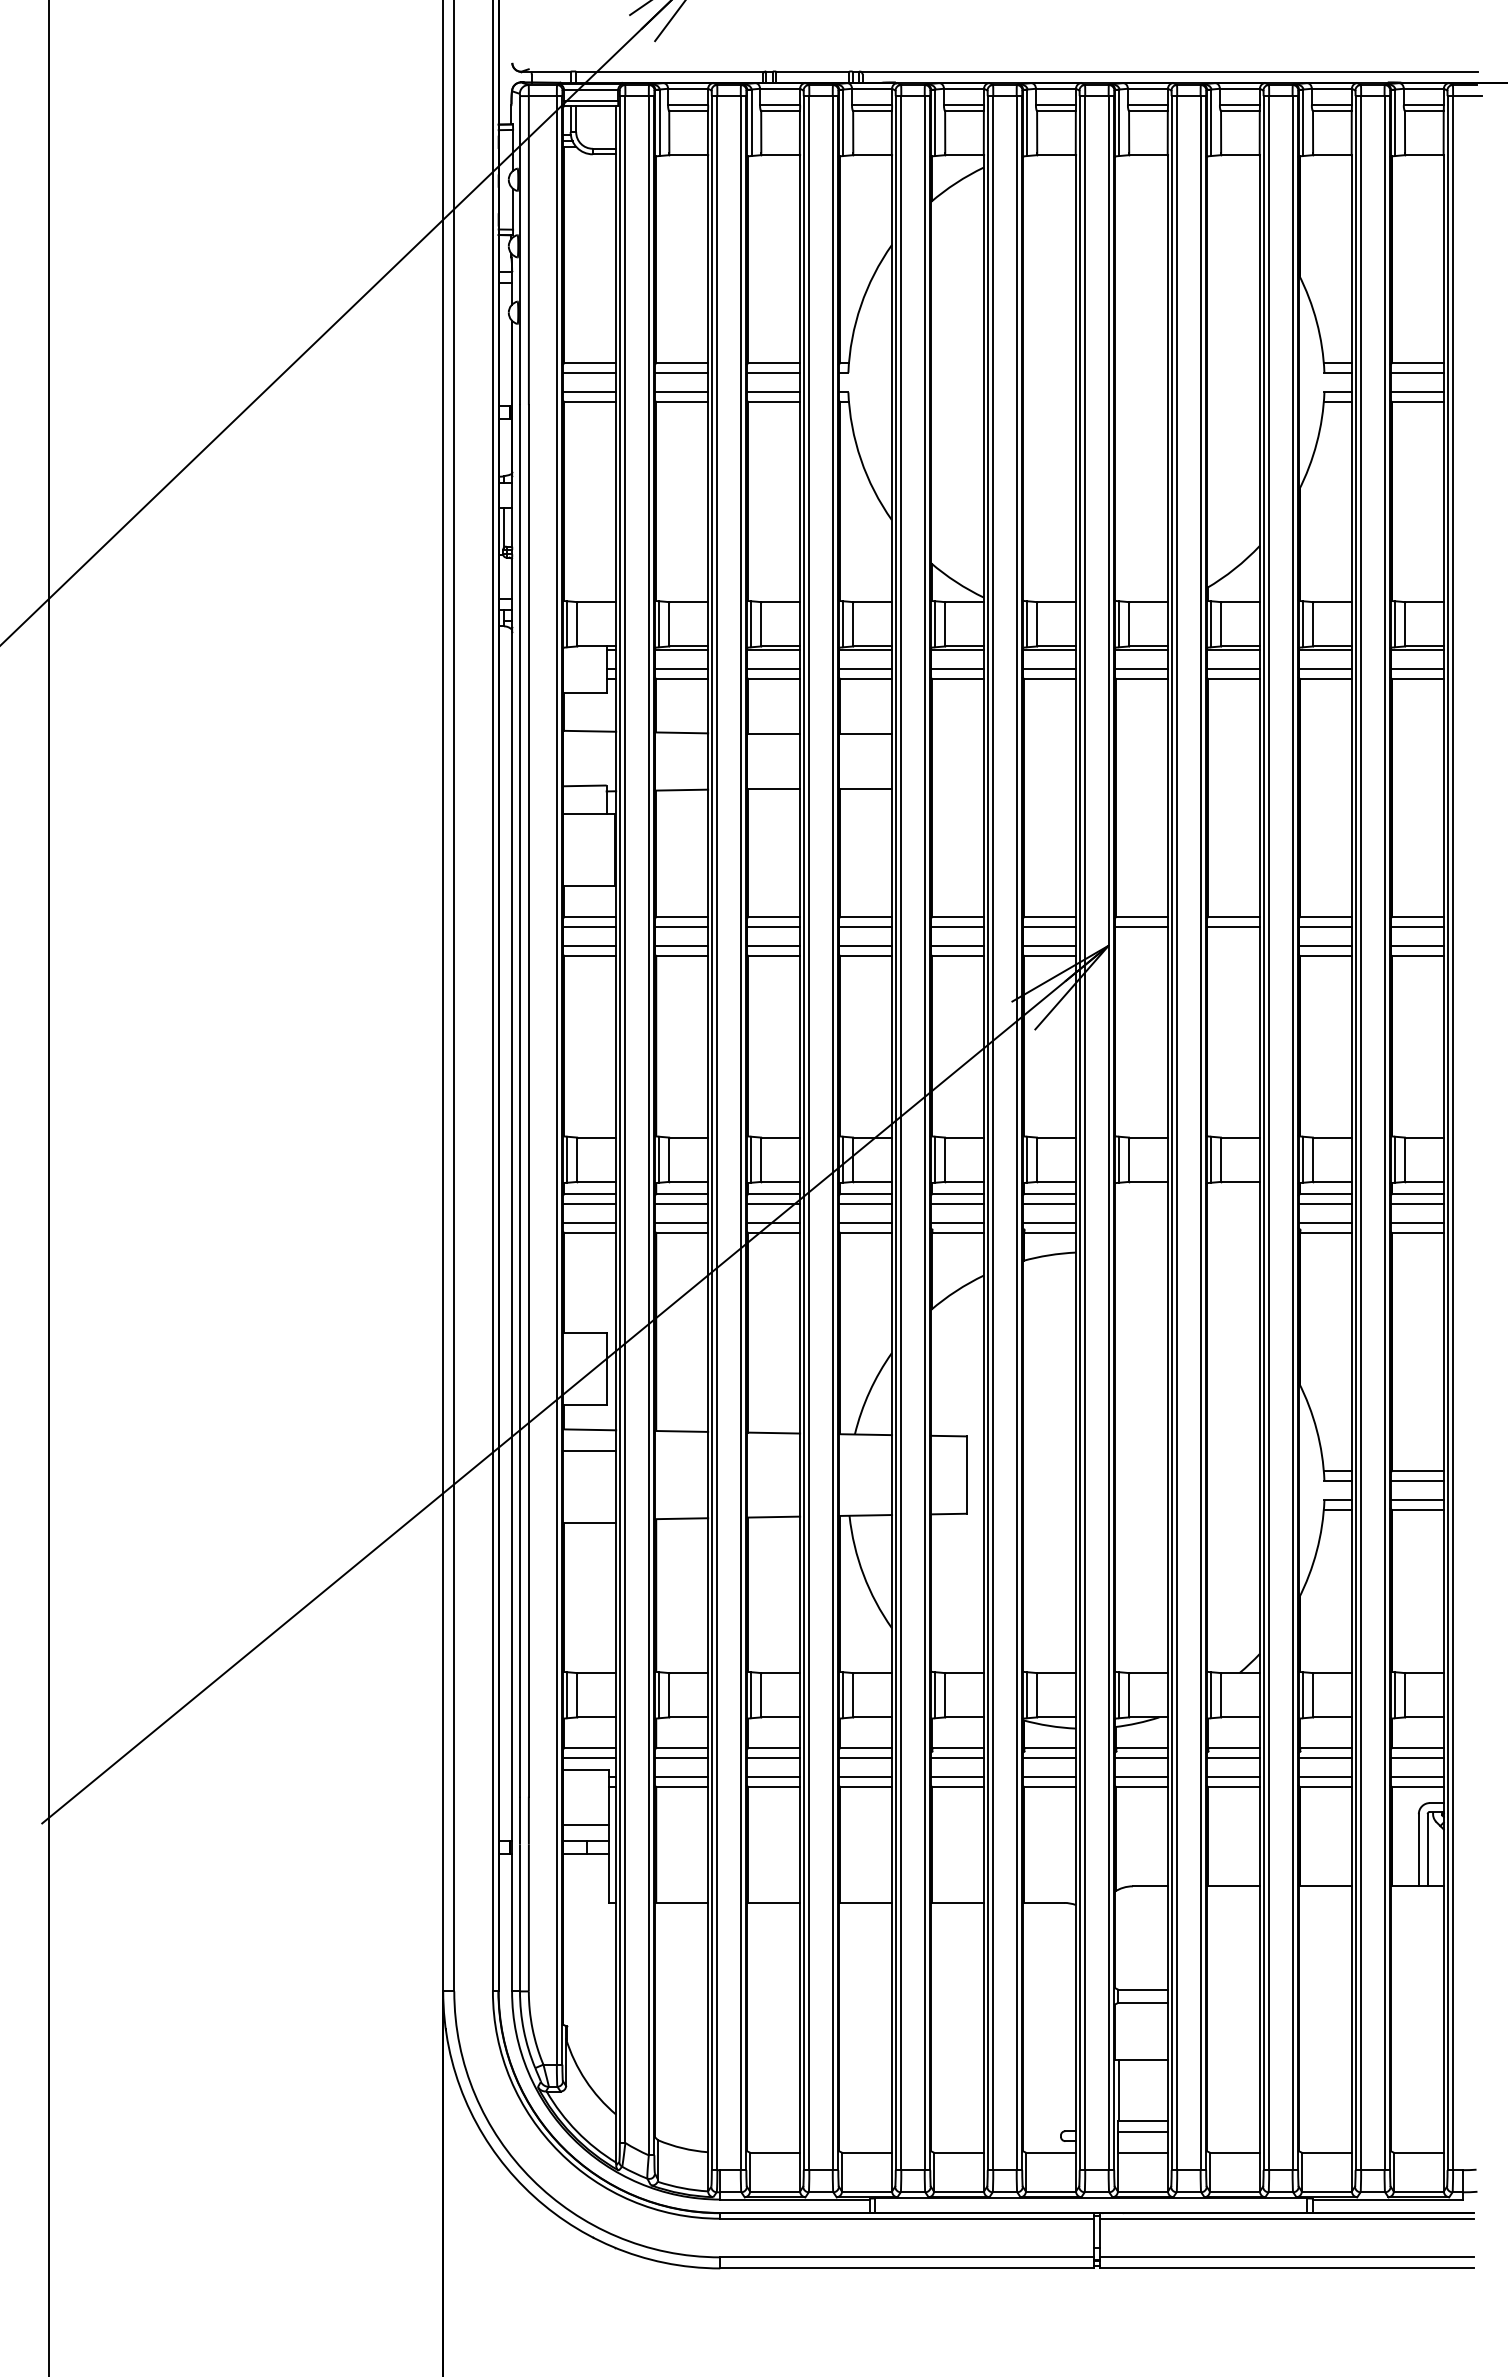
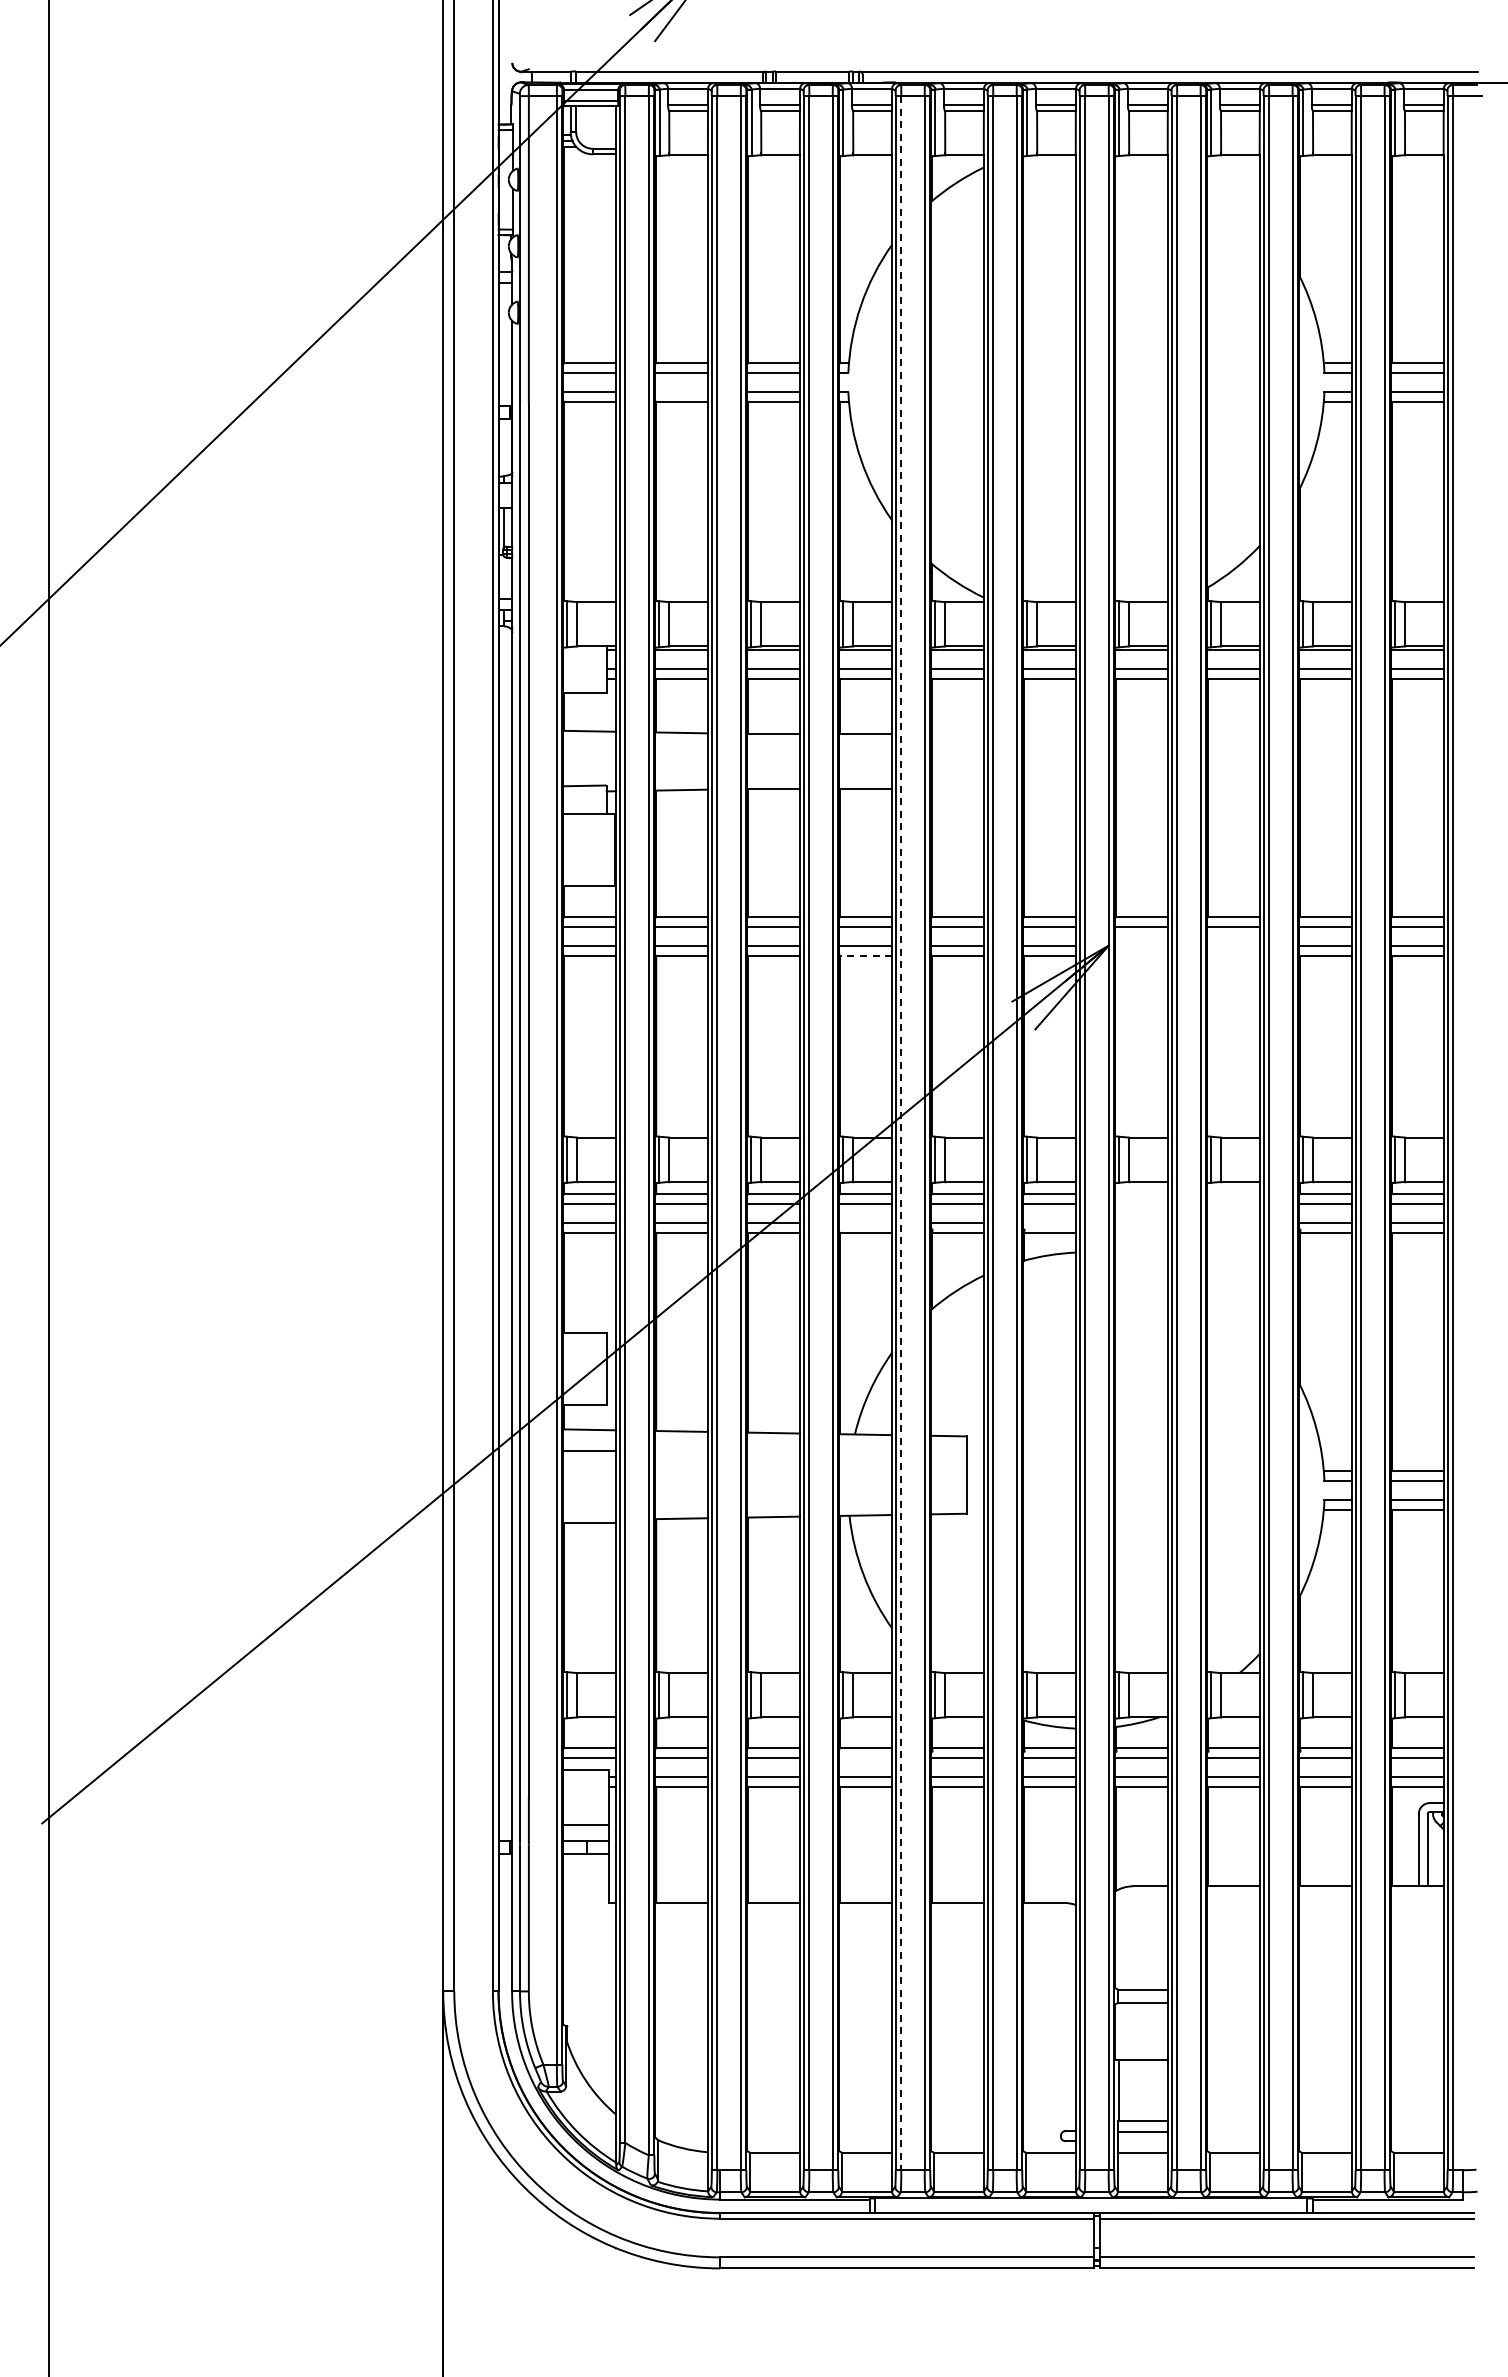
line at (681, 392): present -> none
line at (866, 955): solid -> dashed
line at (901, 1133): solid -> dashed
line at (865, 1223): present -> none
line at (1049, 1223): present -> none
line at (865, 1757): present -> none
